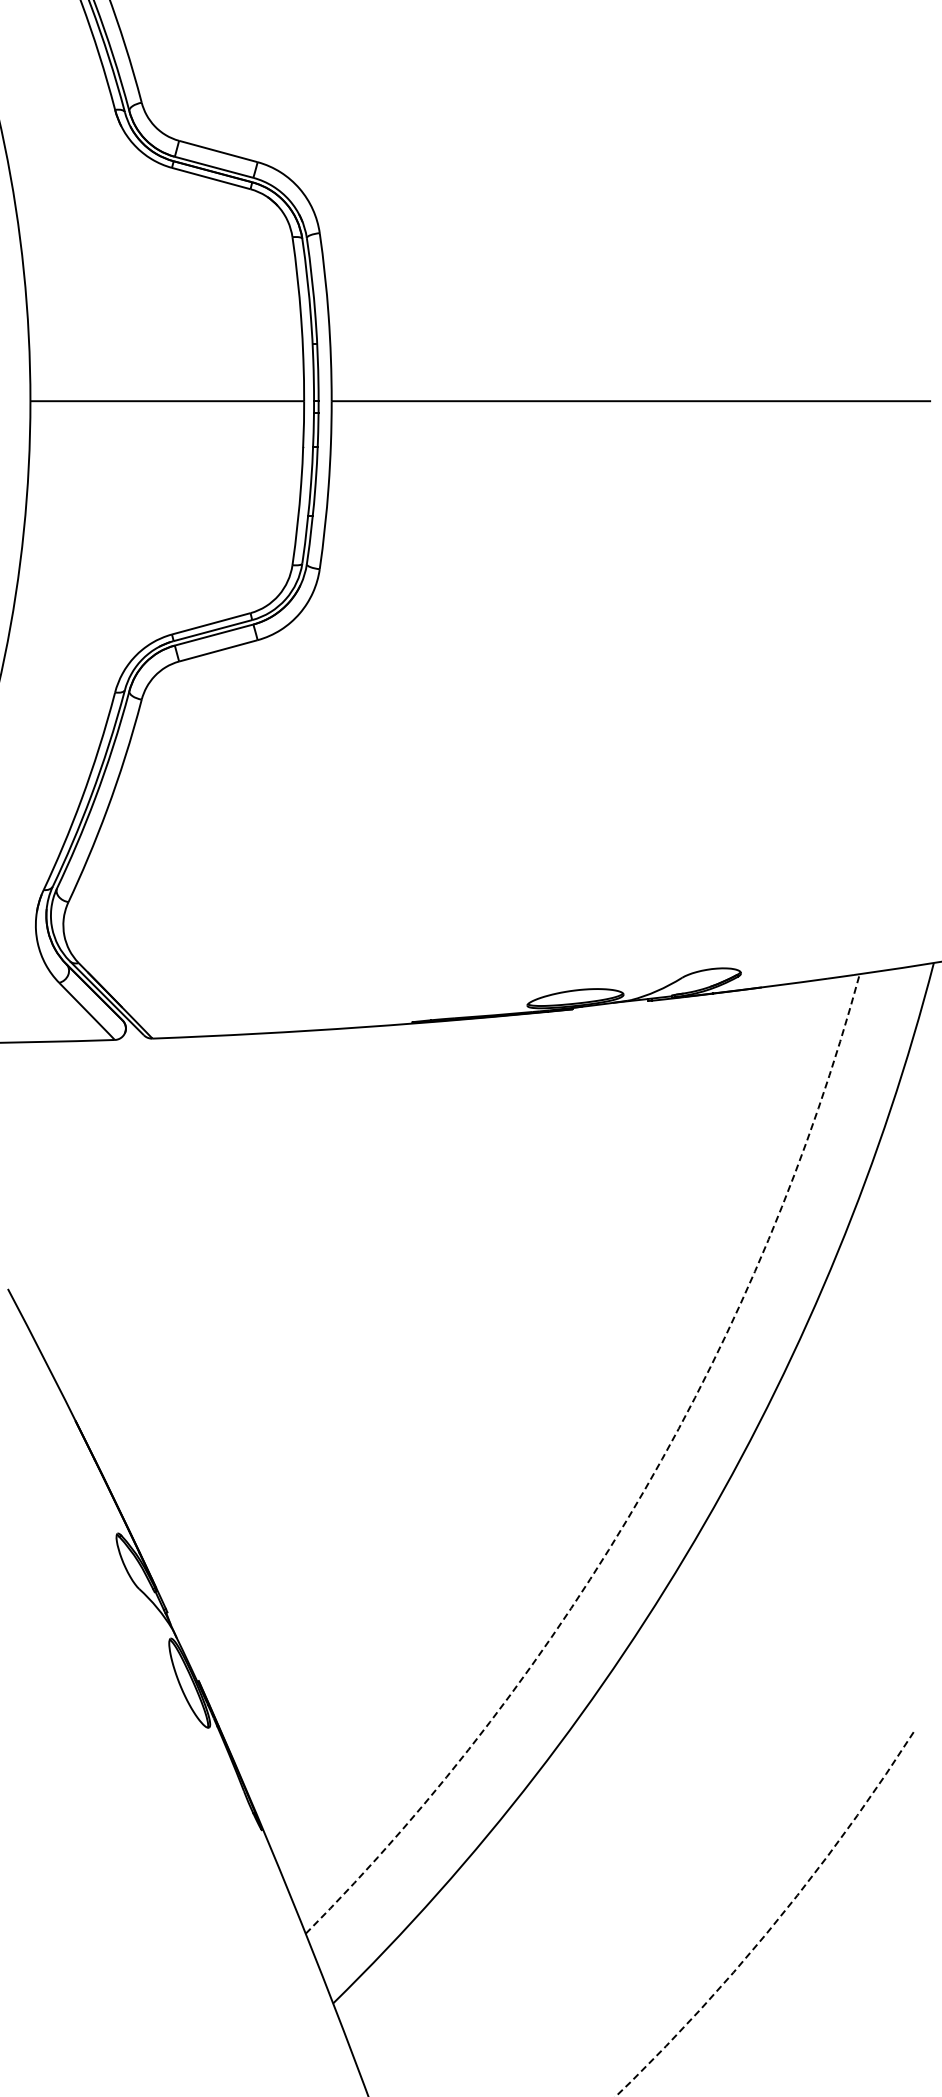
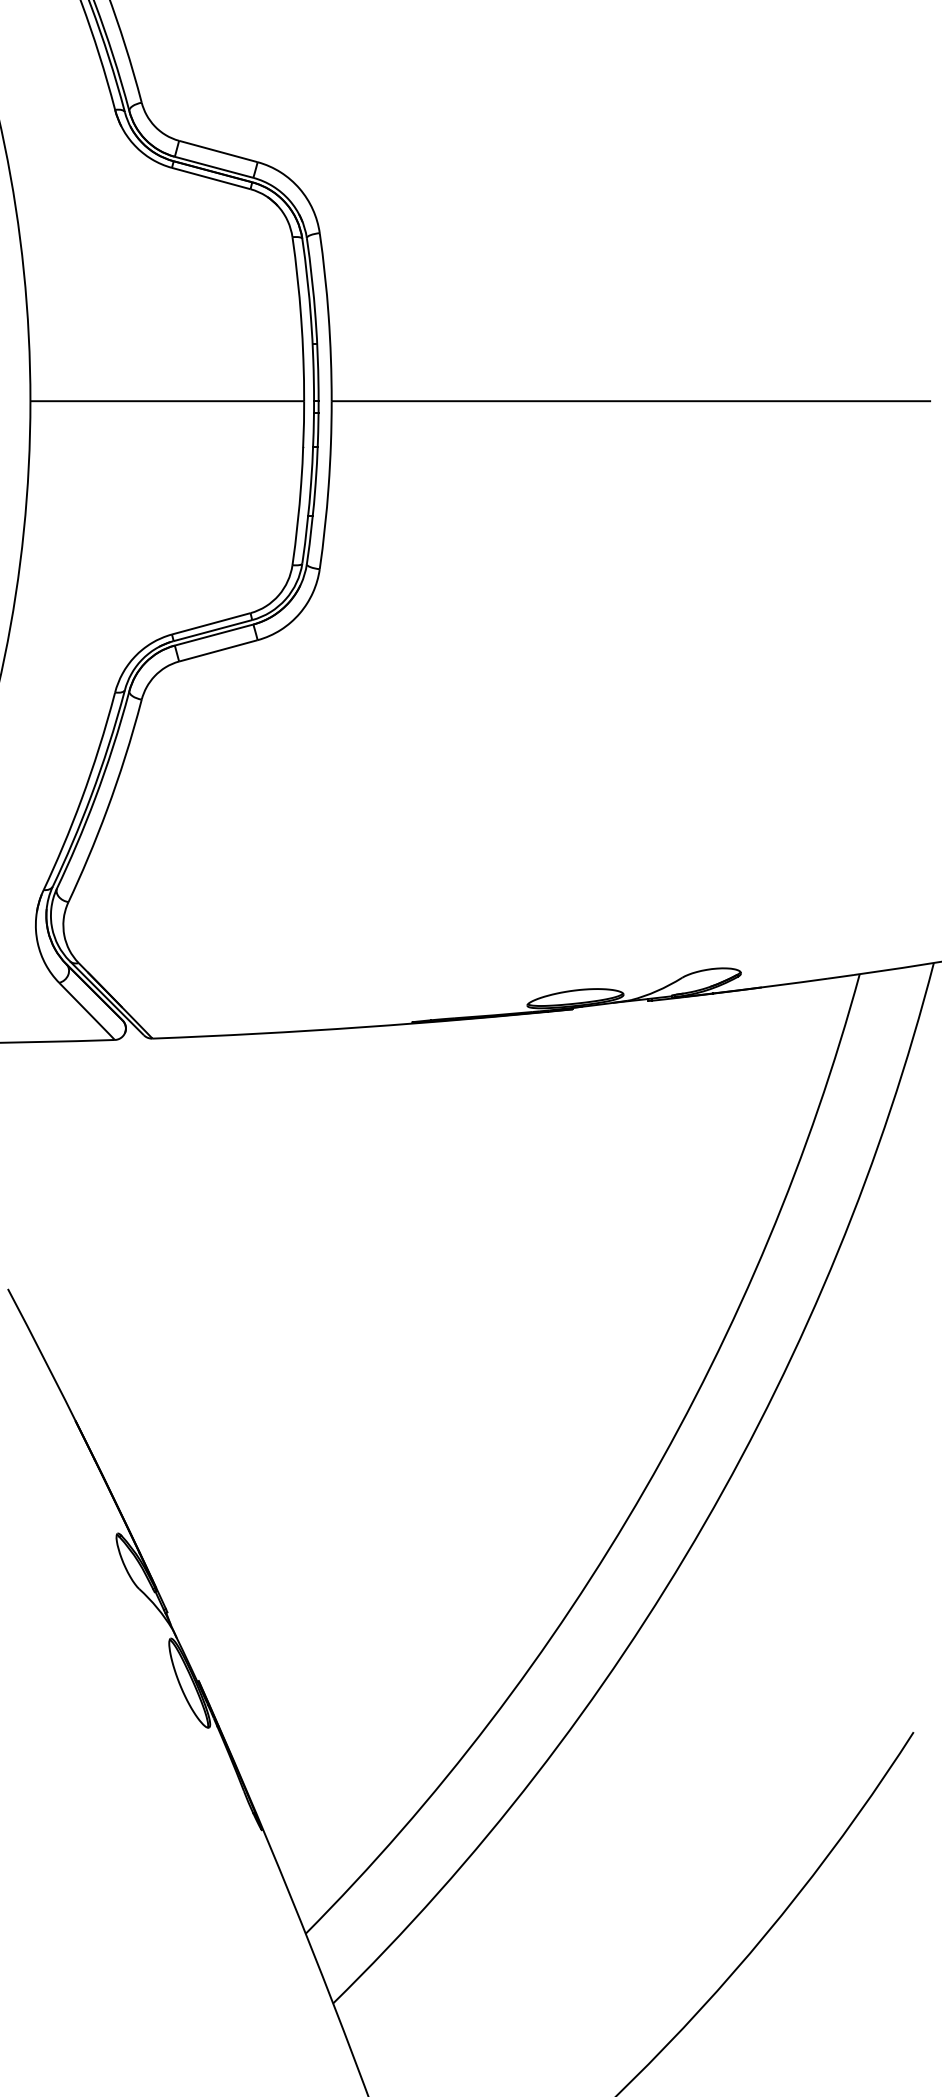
arc at (644, 1489): dashed -> solid
arc at (776, 1921): dashed -> solid
